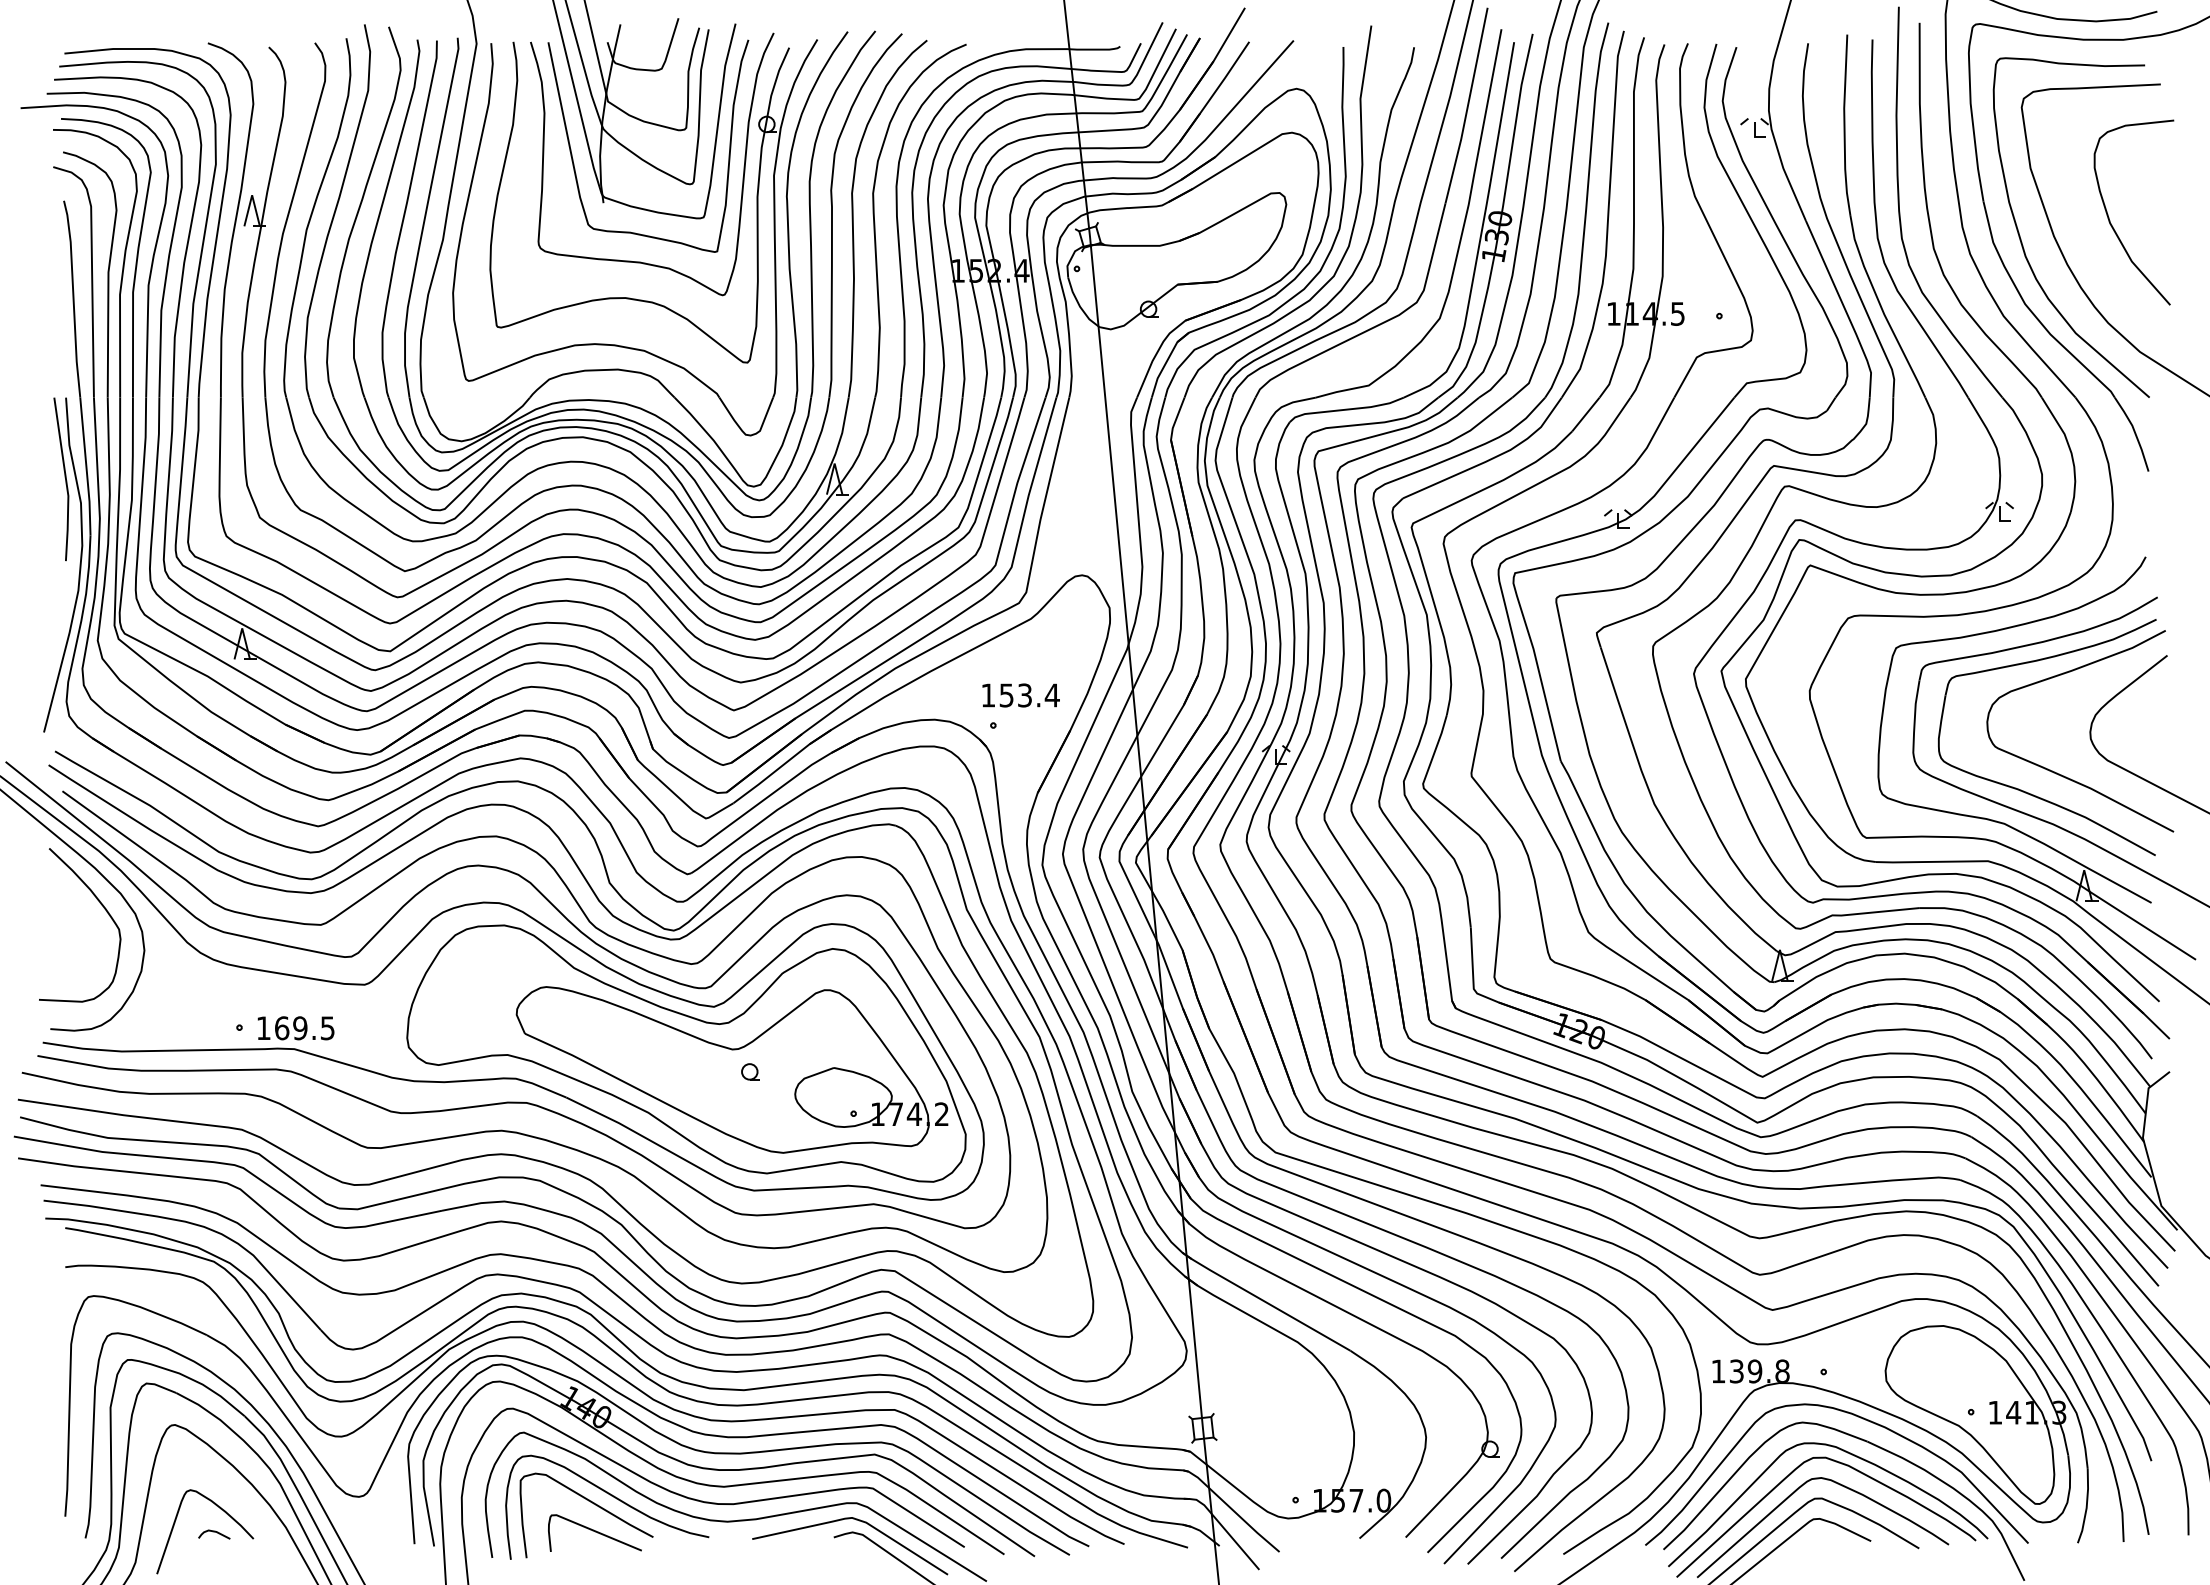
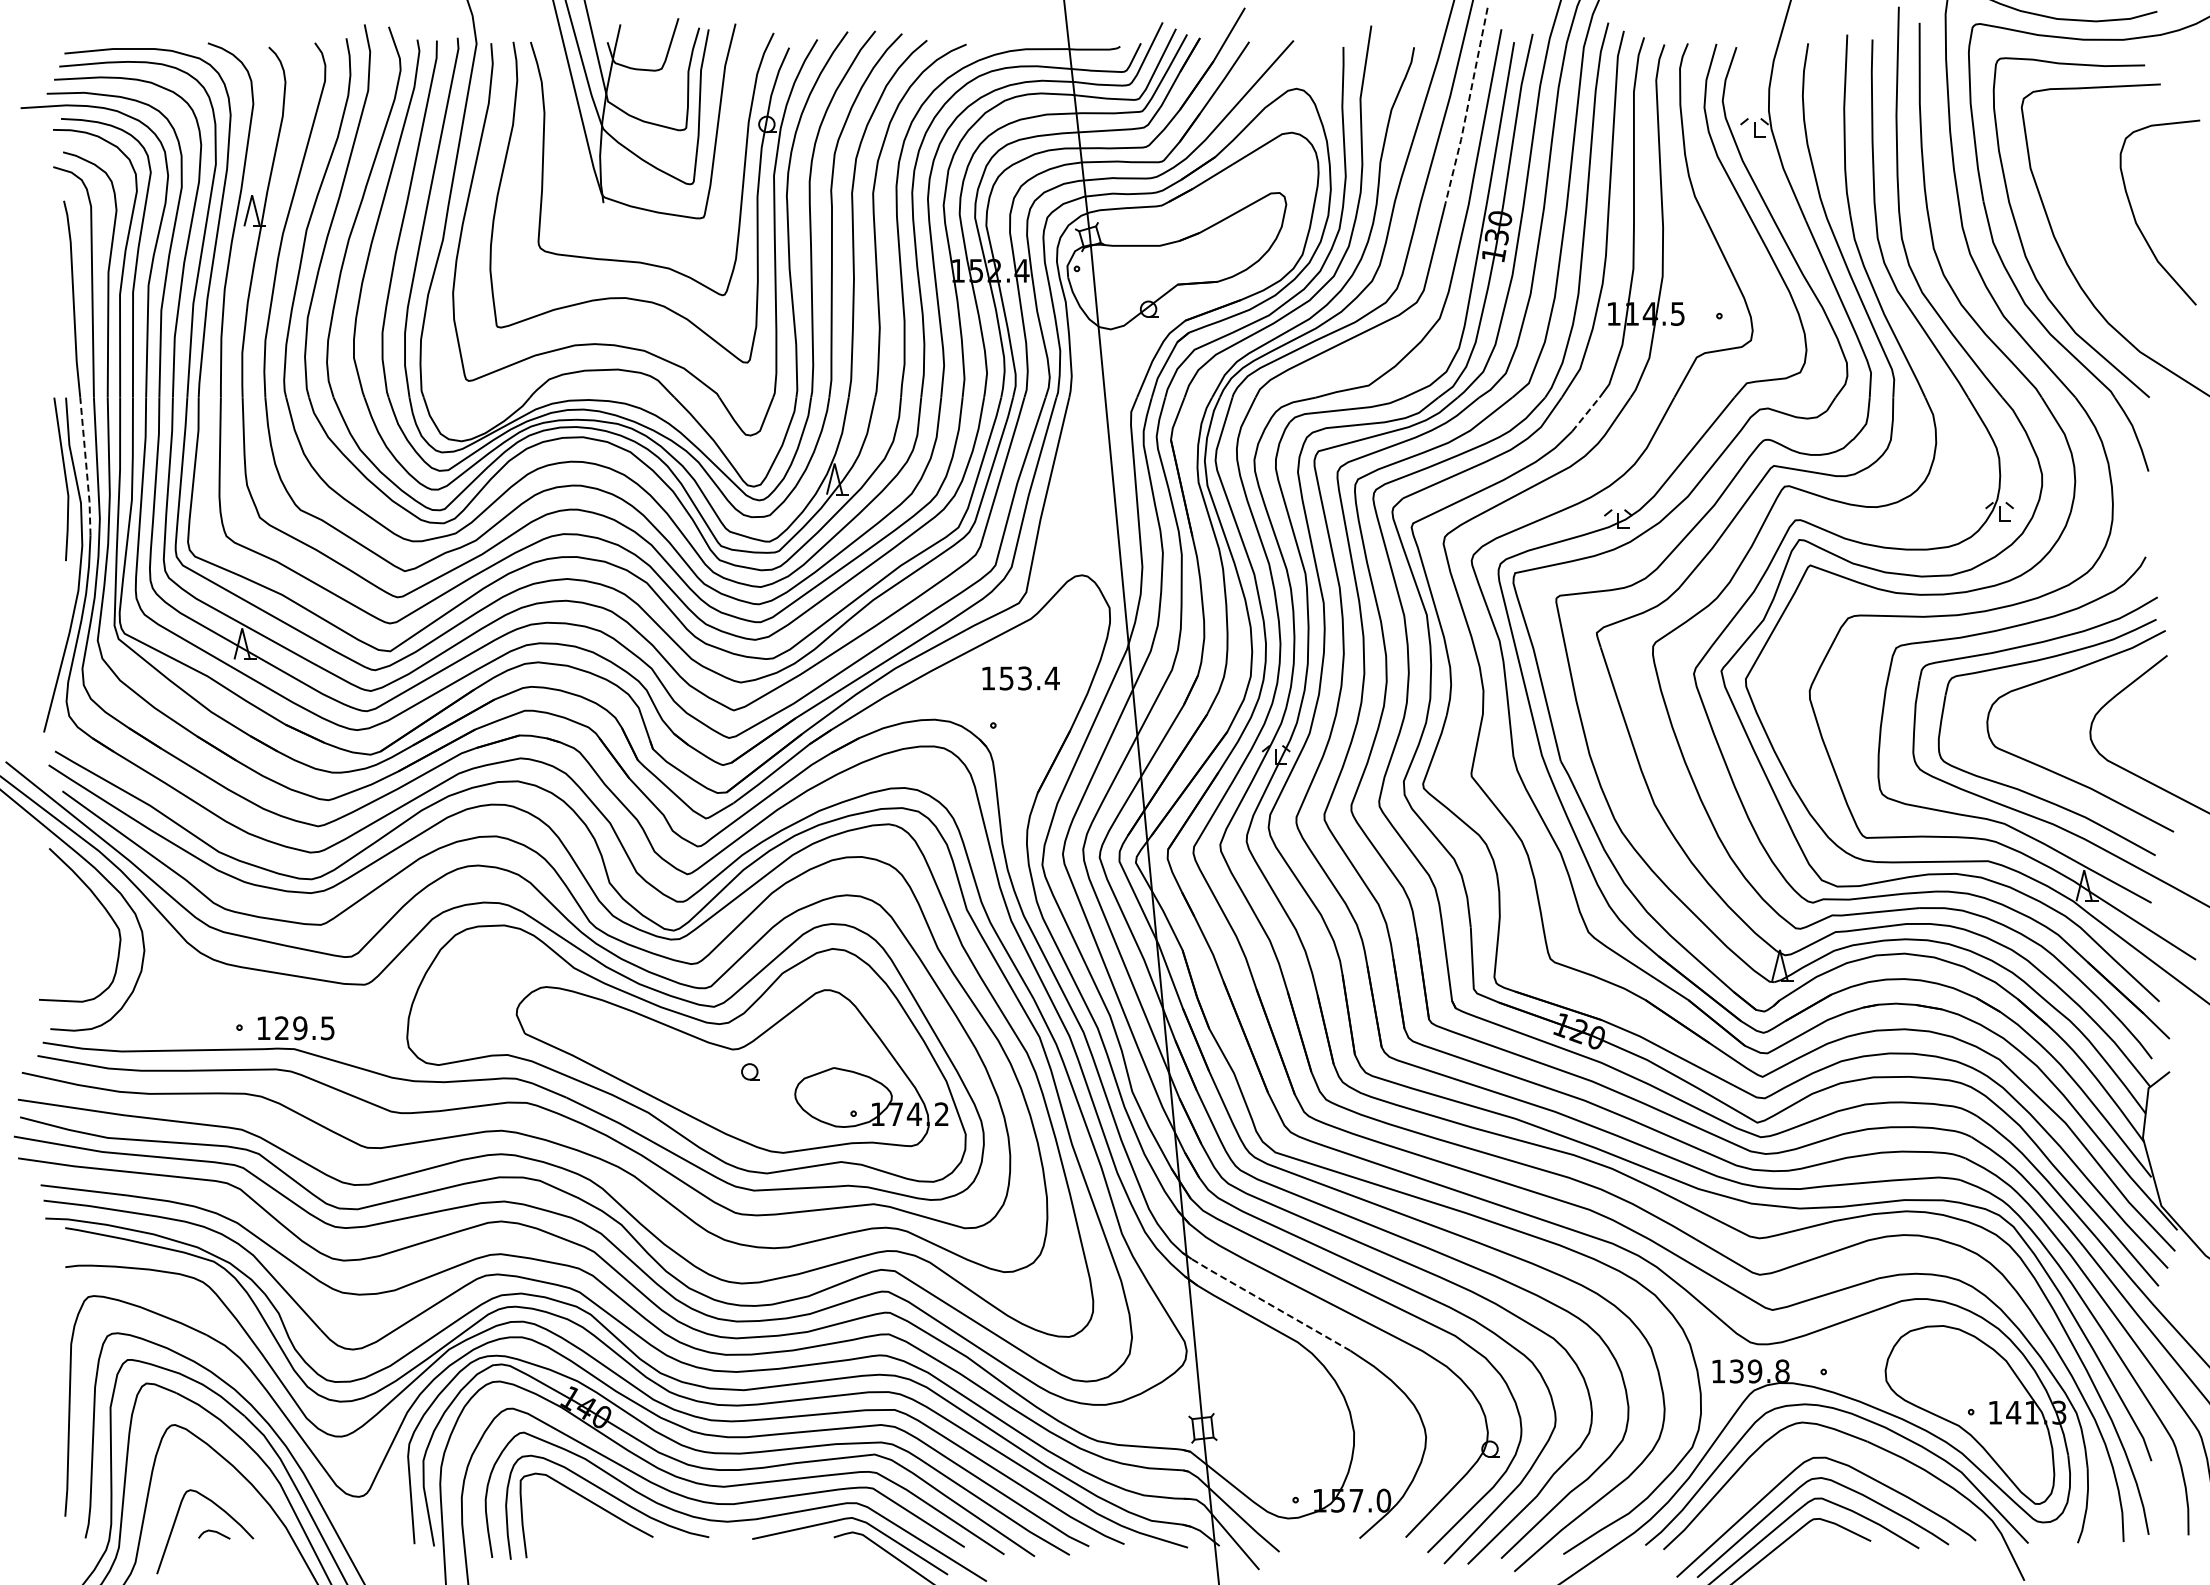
line at (1467, 106): solid -> dashed
curve at (573, 158): present -> none
curve at (2110, 220) position: (2110, 220) -> (2136, 220)
line at (1585, 414): solid -> dashed
line at (86, 467): solid -> dashed
text at (1020, 695) position: (1020, 695) -> (1020, 678)
text at (282, 1028): 169.5 -> 129.5
line at (1264, 1301): solid -> dashed
curve at (1851, 1455): present -> none
curve at (594, 1531): present -> none
